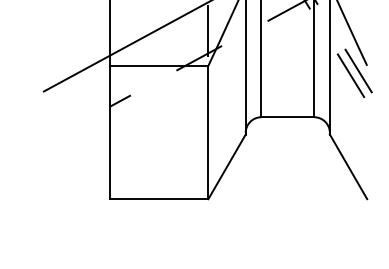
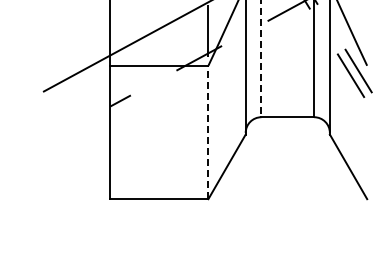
line at (261, 59): solid -> dashed
line at (208, 132): solid -> dashed
